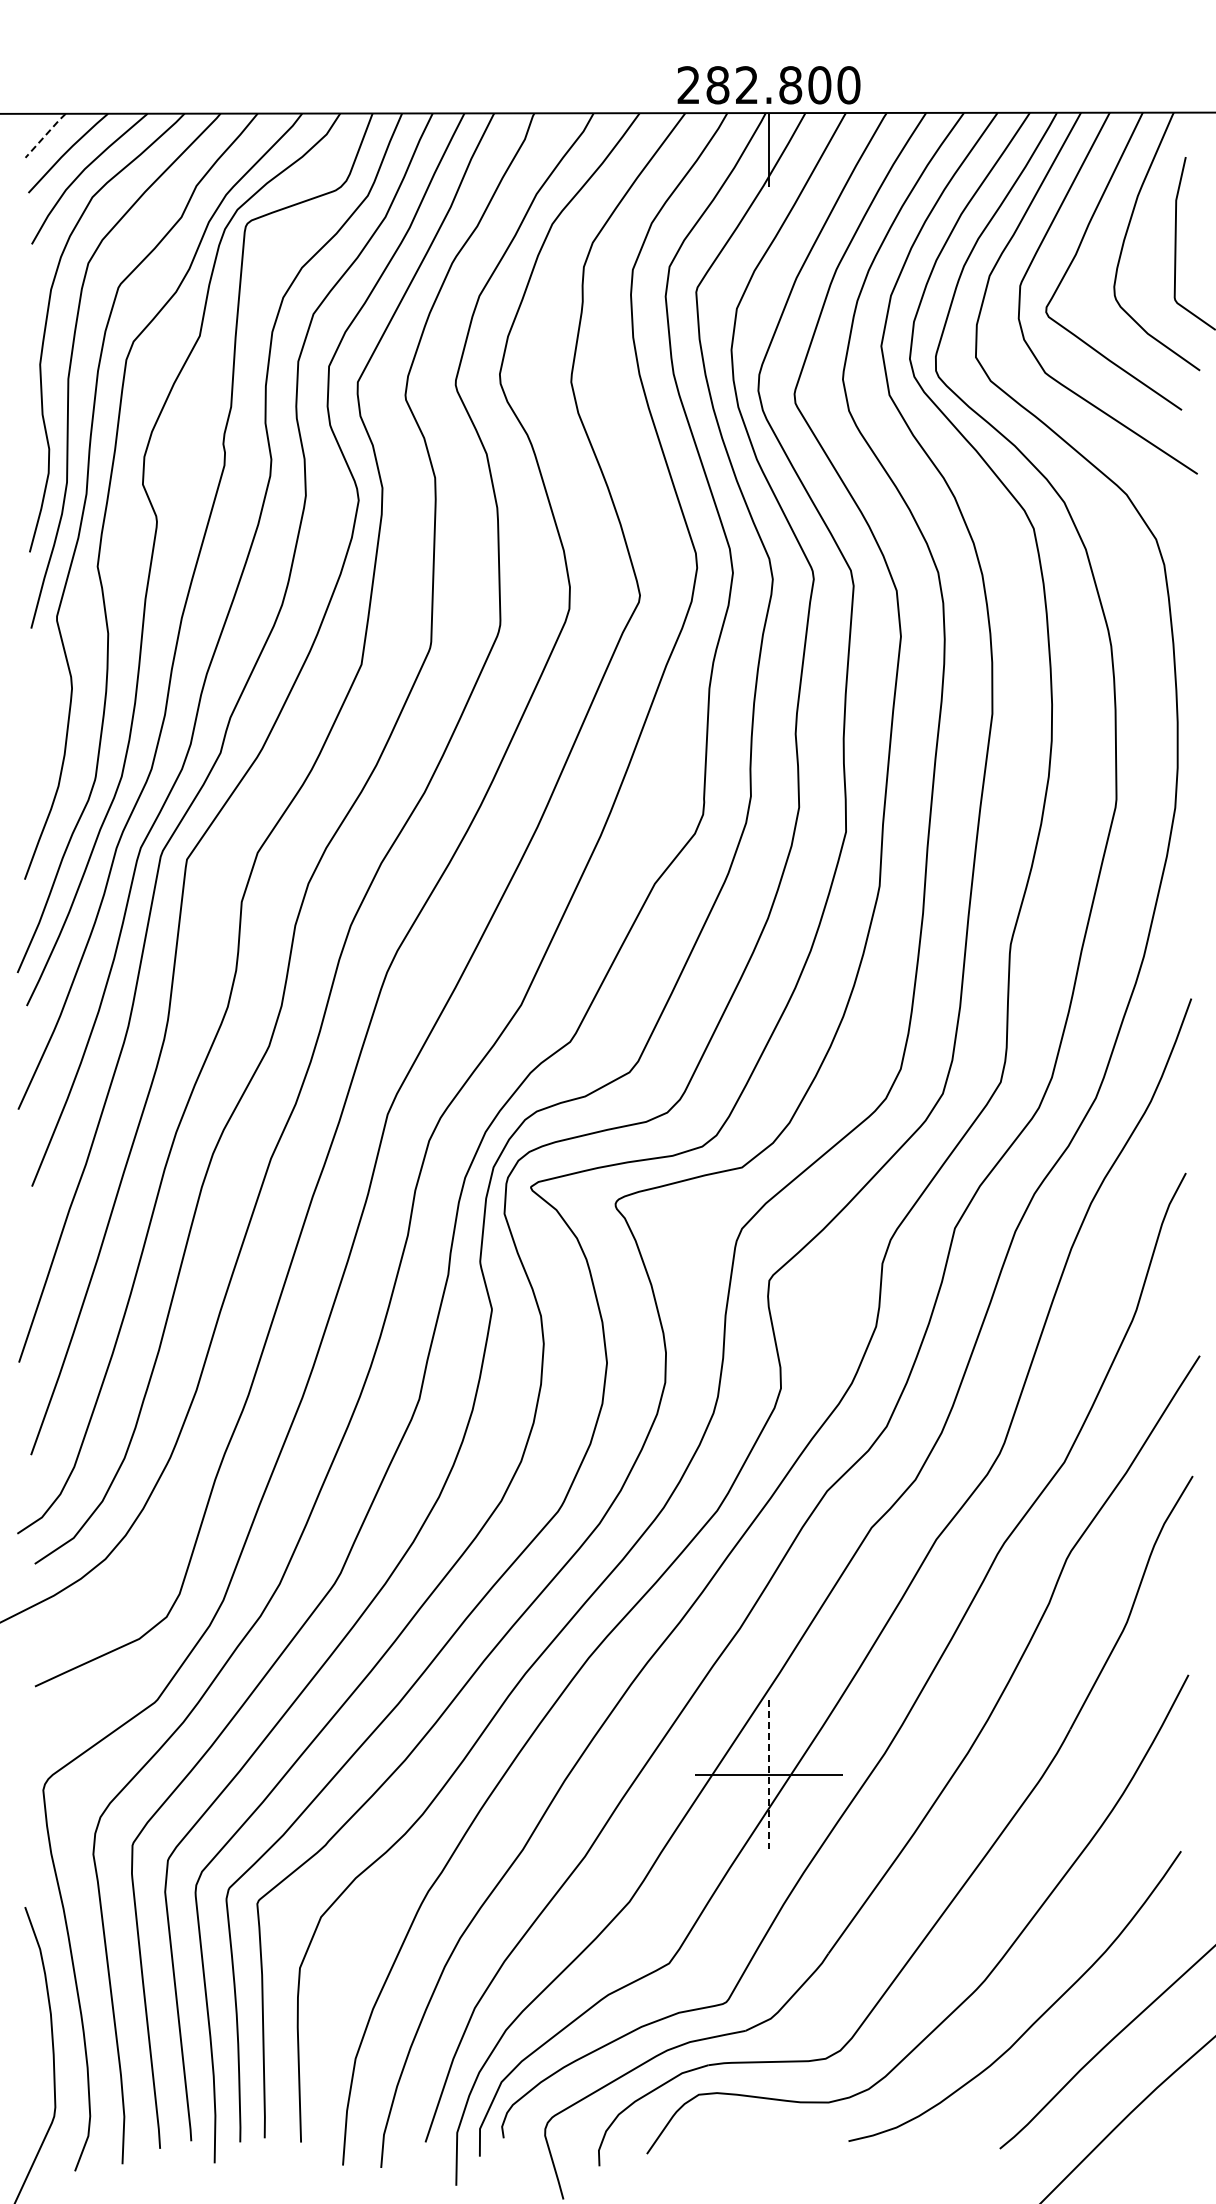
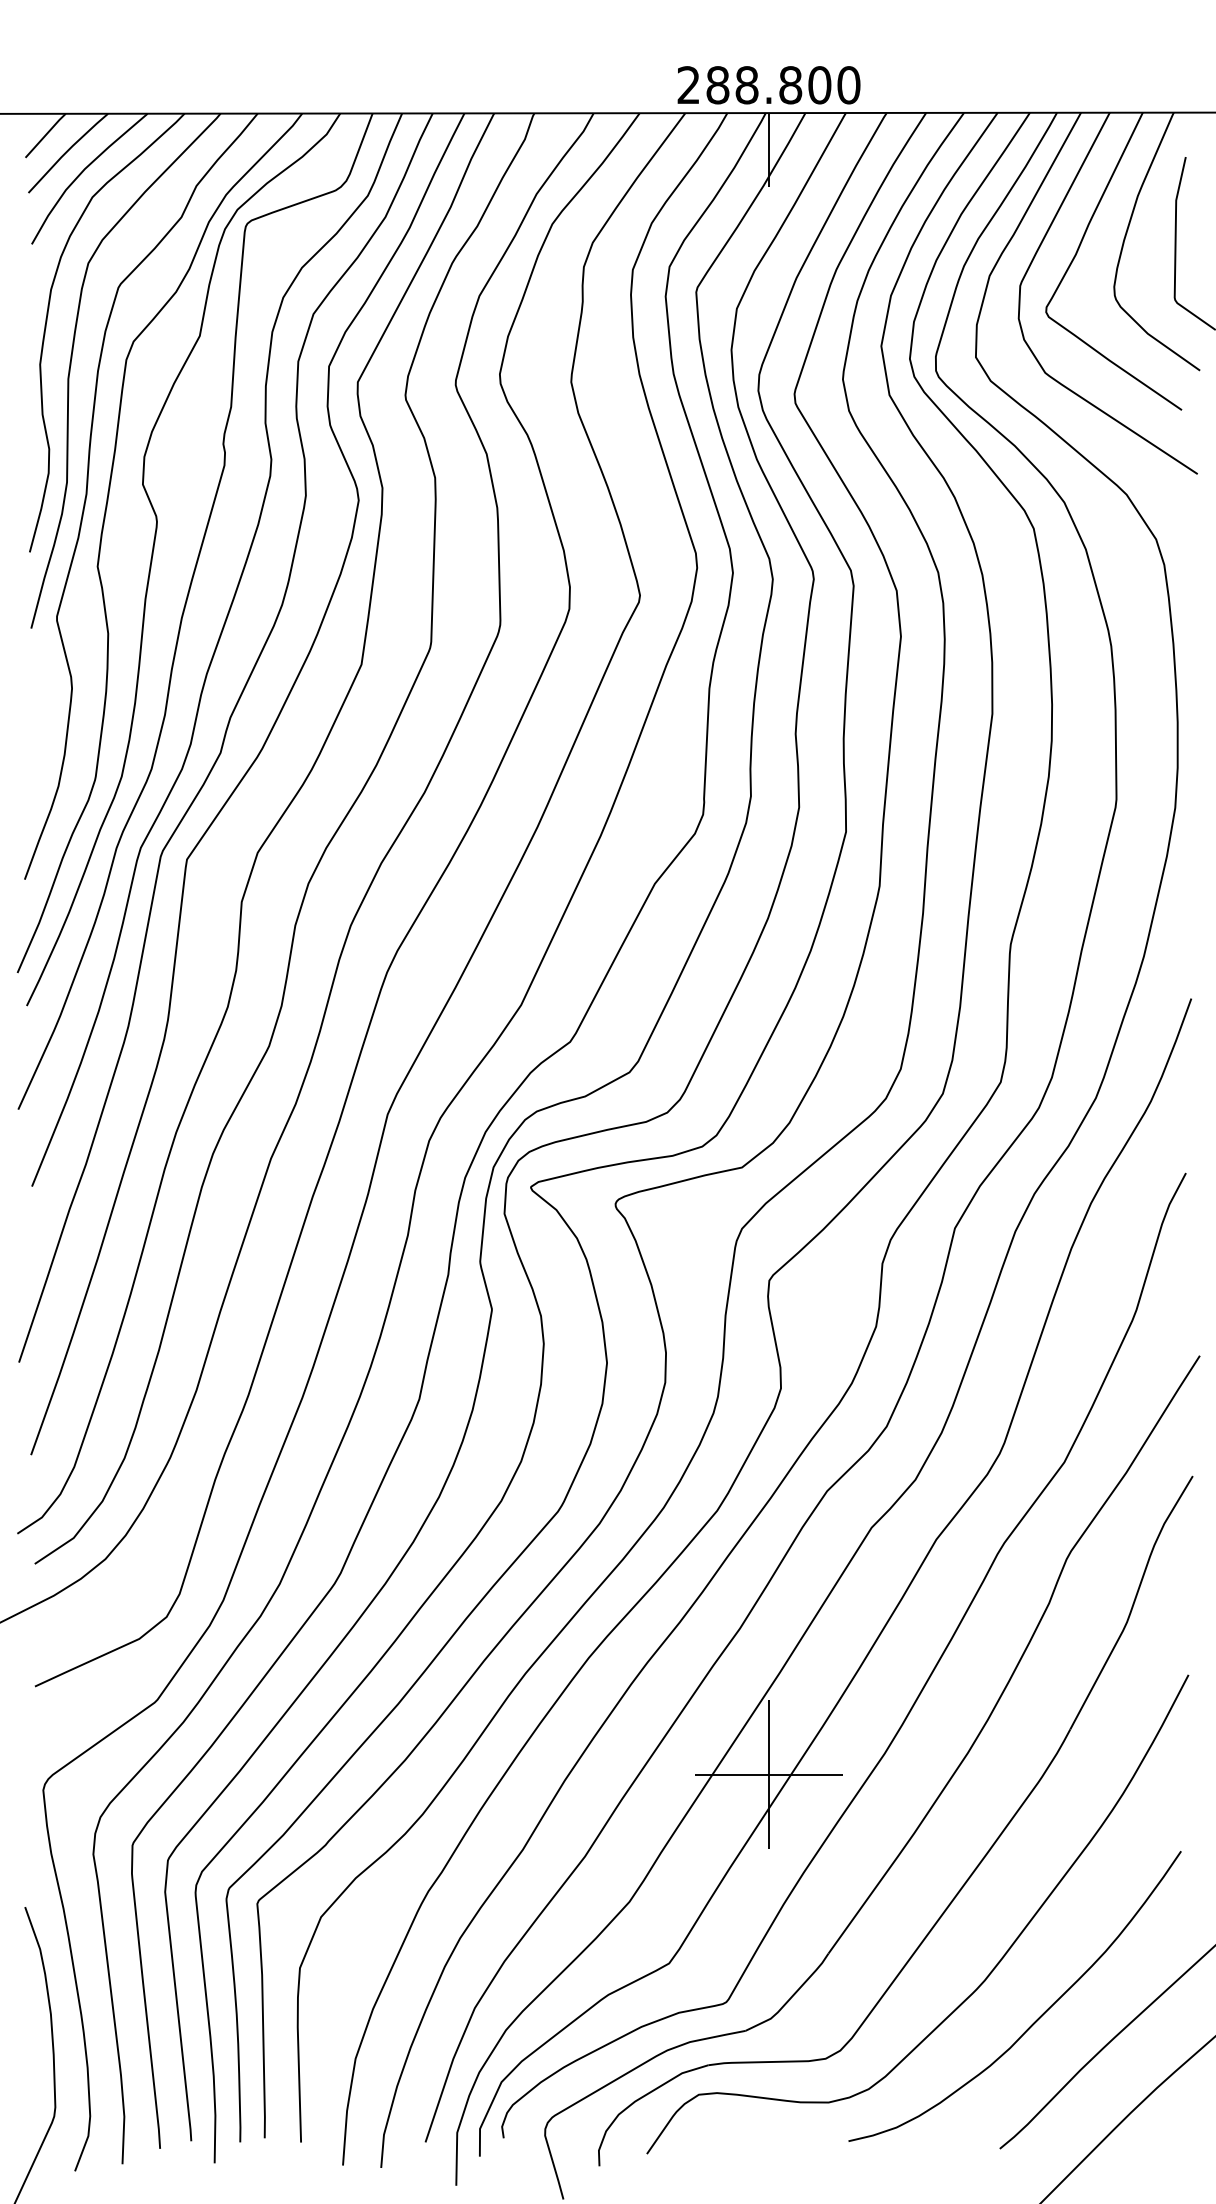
text at (746, 85): 282.800 -> 288.800
line at (45, 135): dashed -> solid
line at (768, 1775): dashed -> solid
